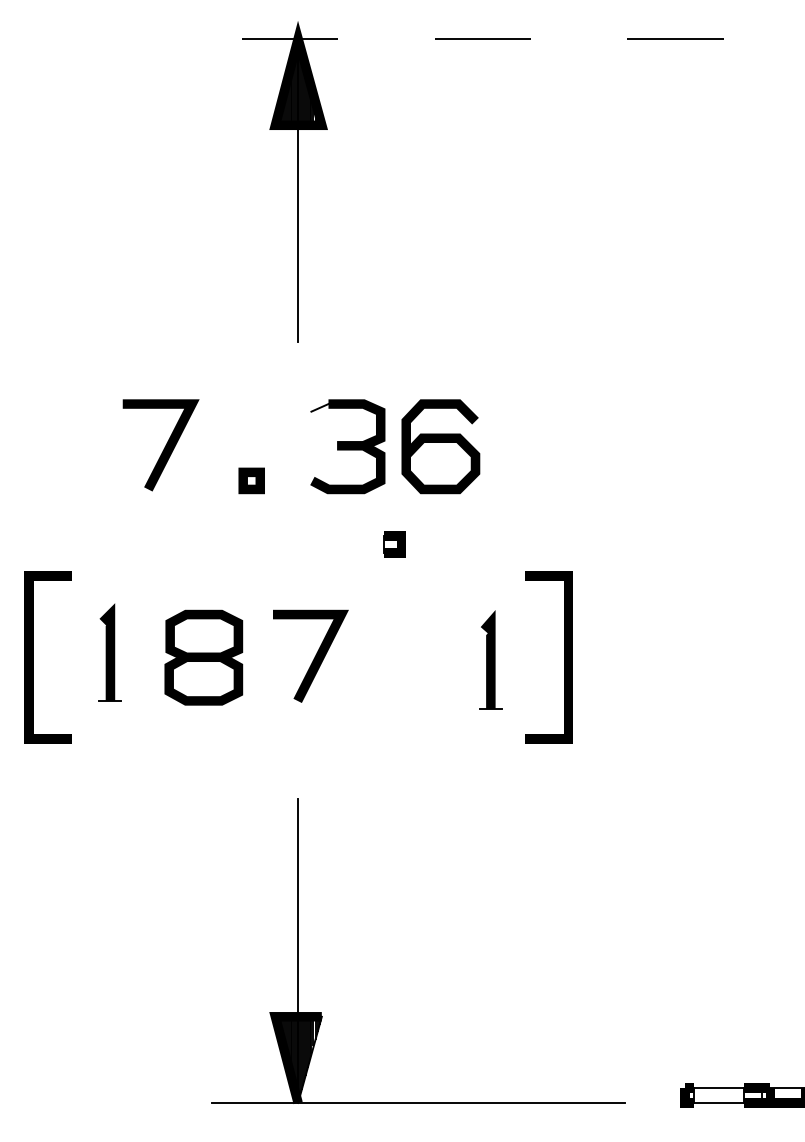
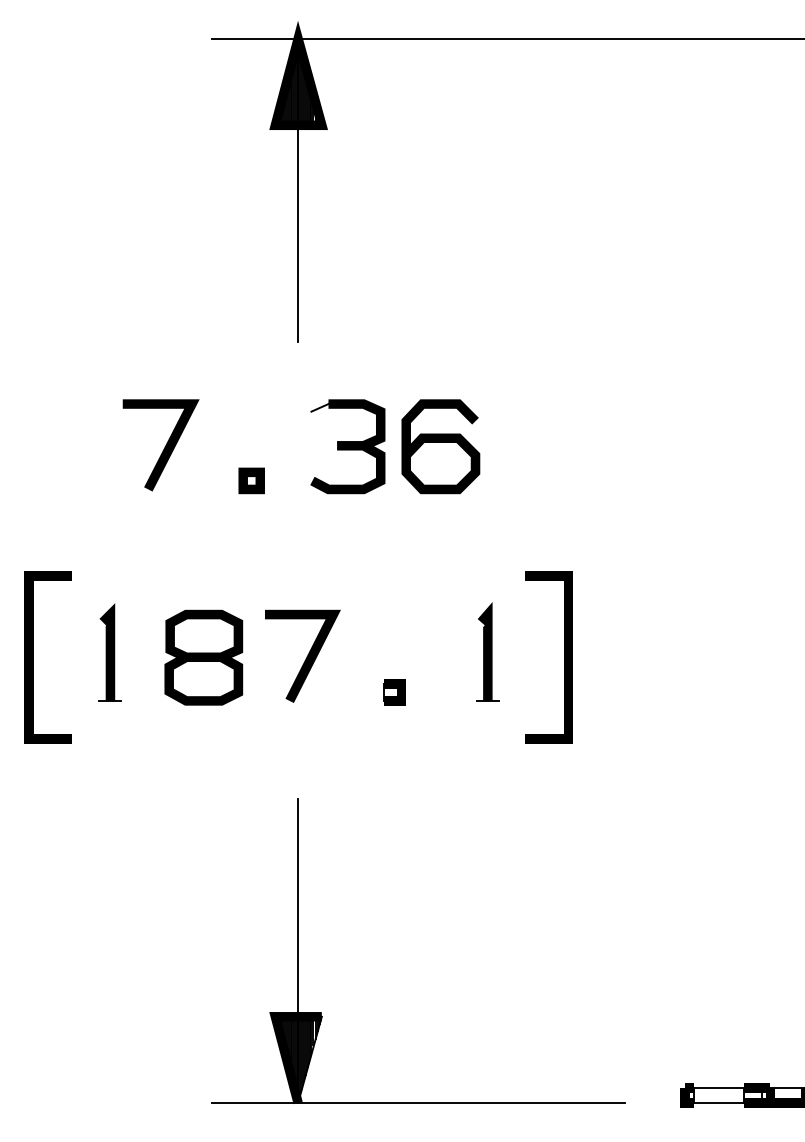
line at (507, 38): dashed -> solid
part at (394, 544) position: (394, 544) -> (394, 692)
line at (314, 656) position: (314, 656) -> (306, 656)
part at (490, 659) position: (490, 659) -> (487, 651)
